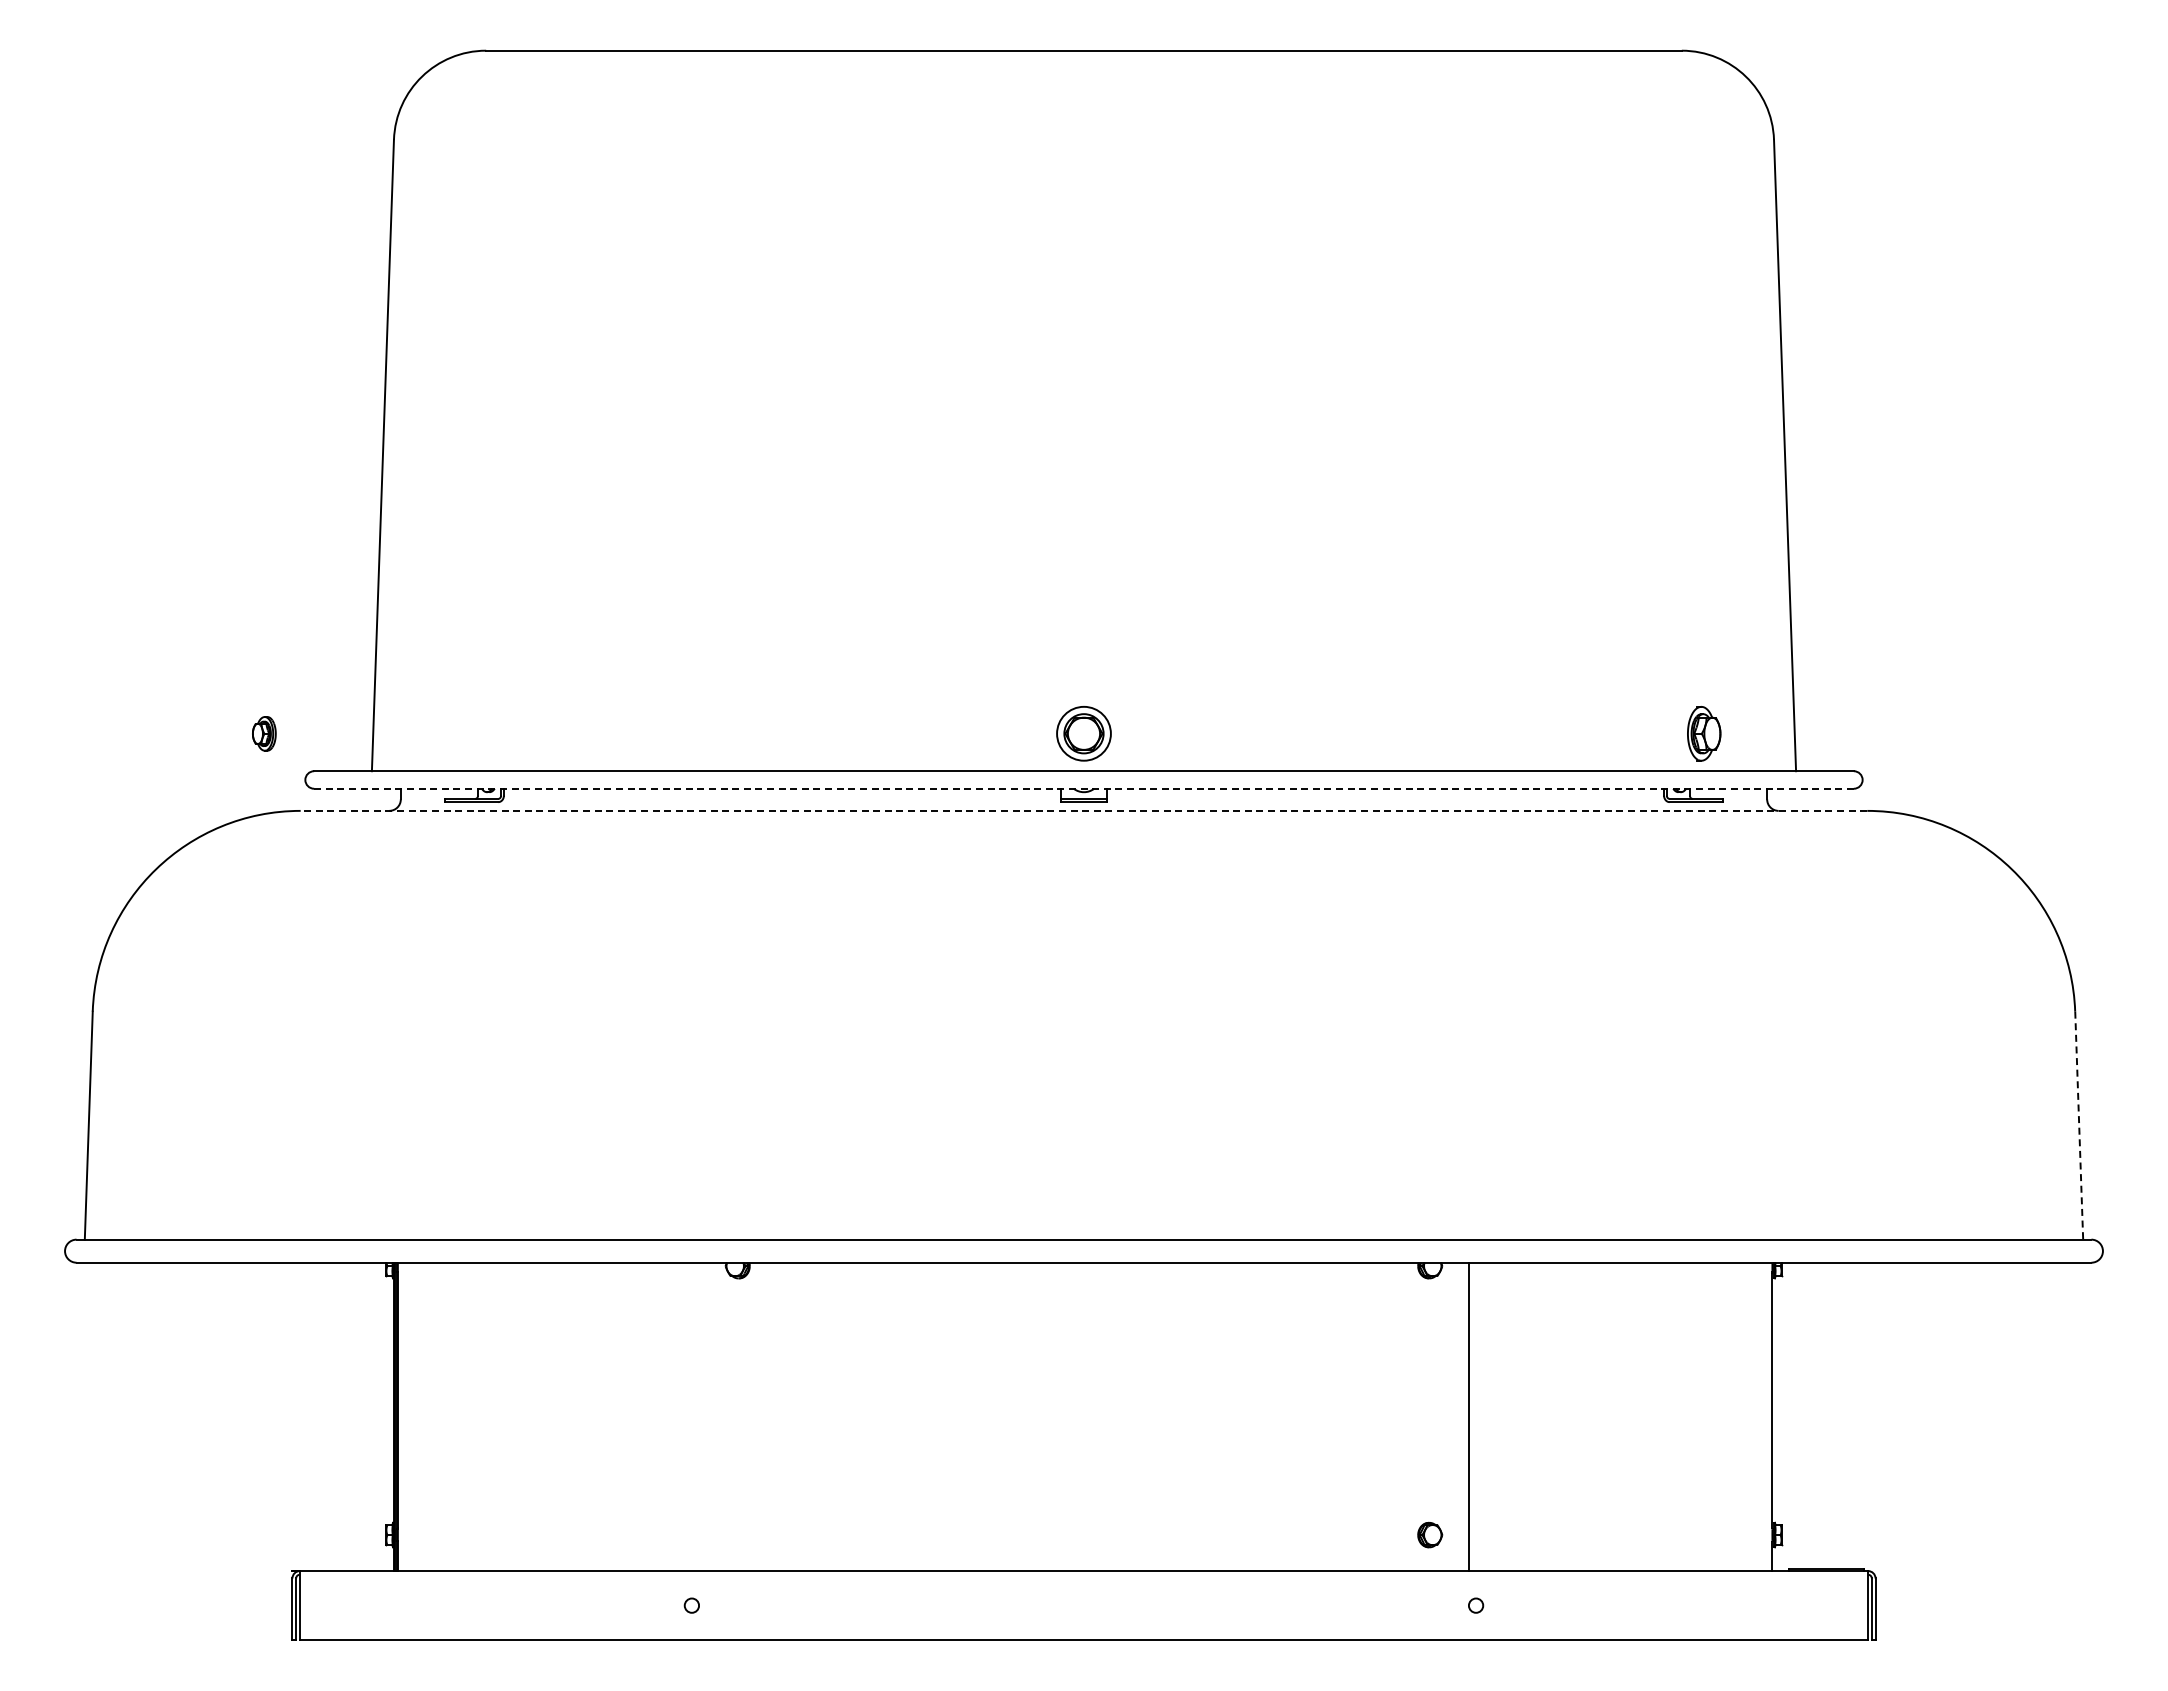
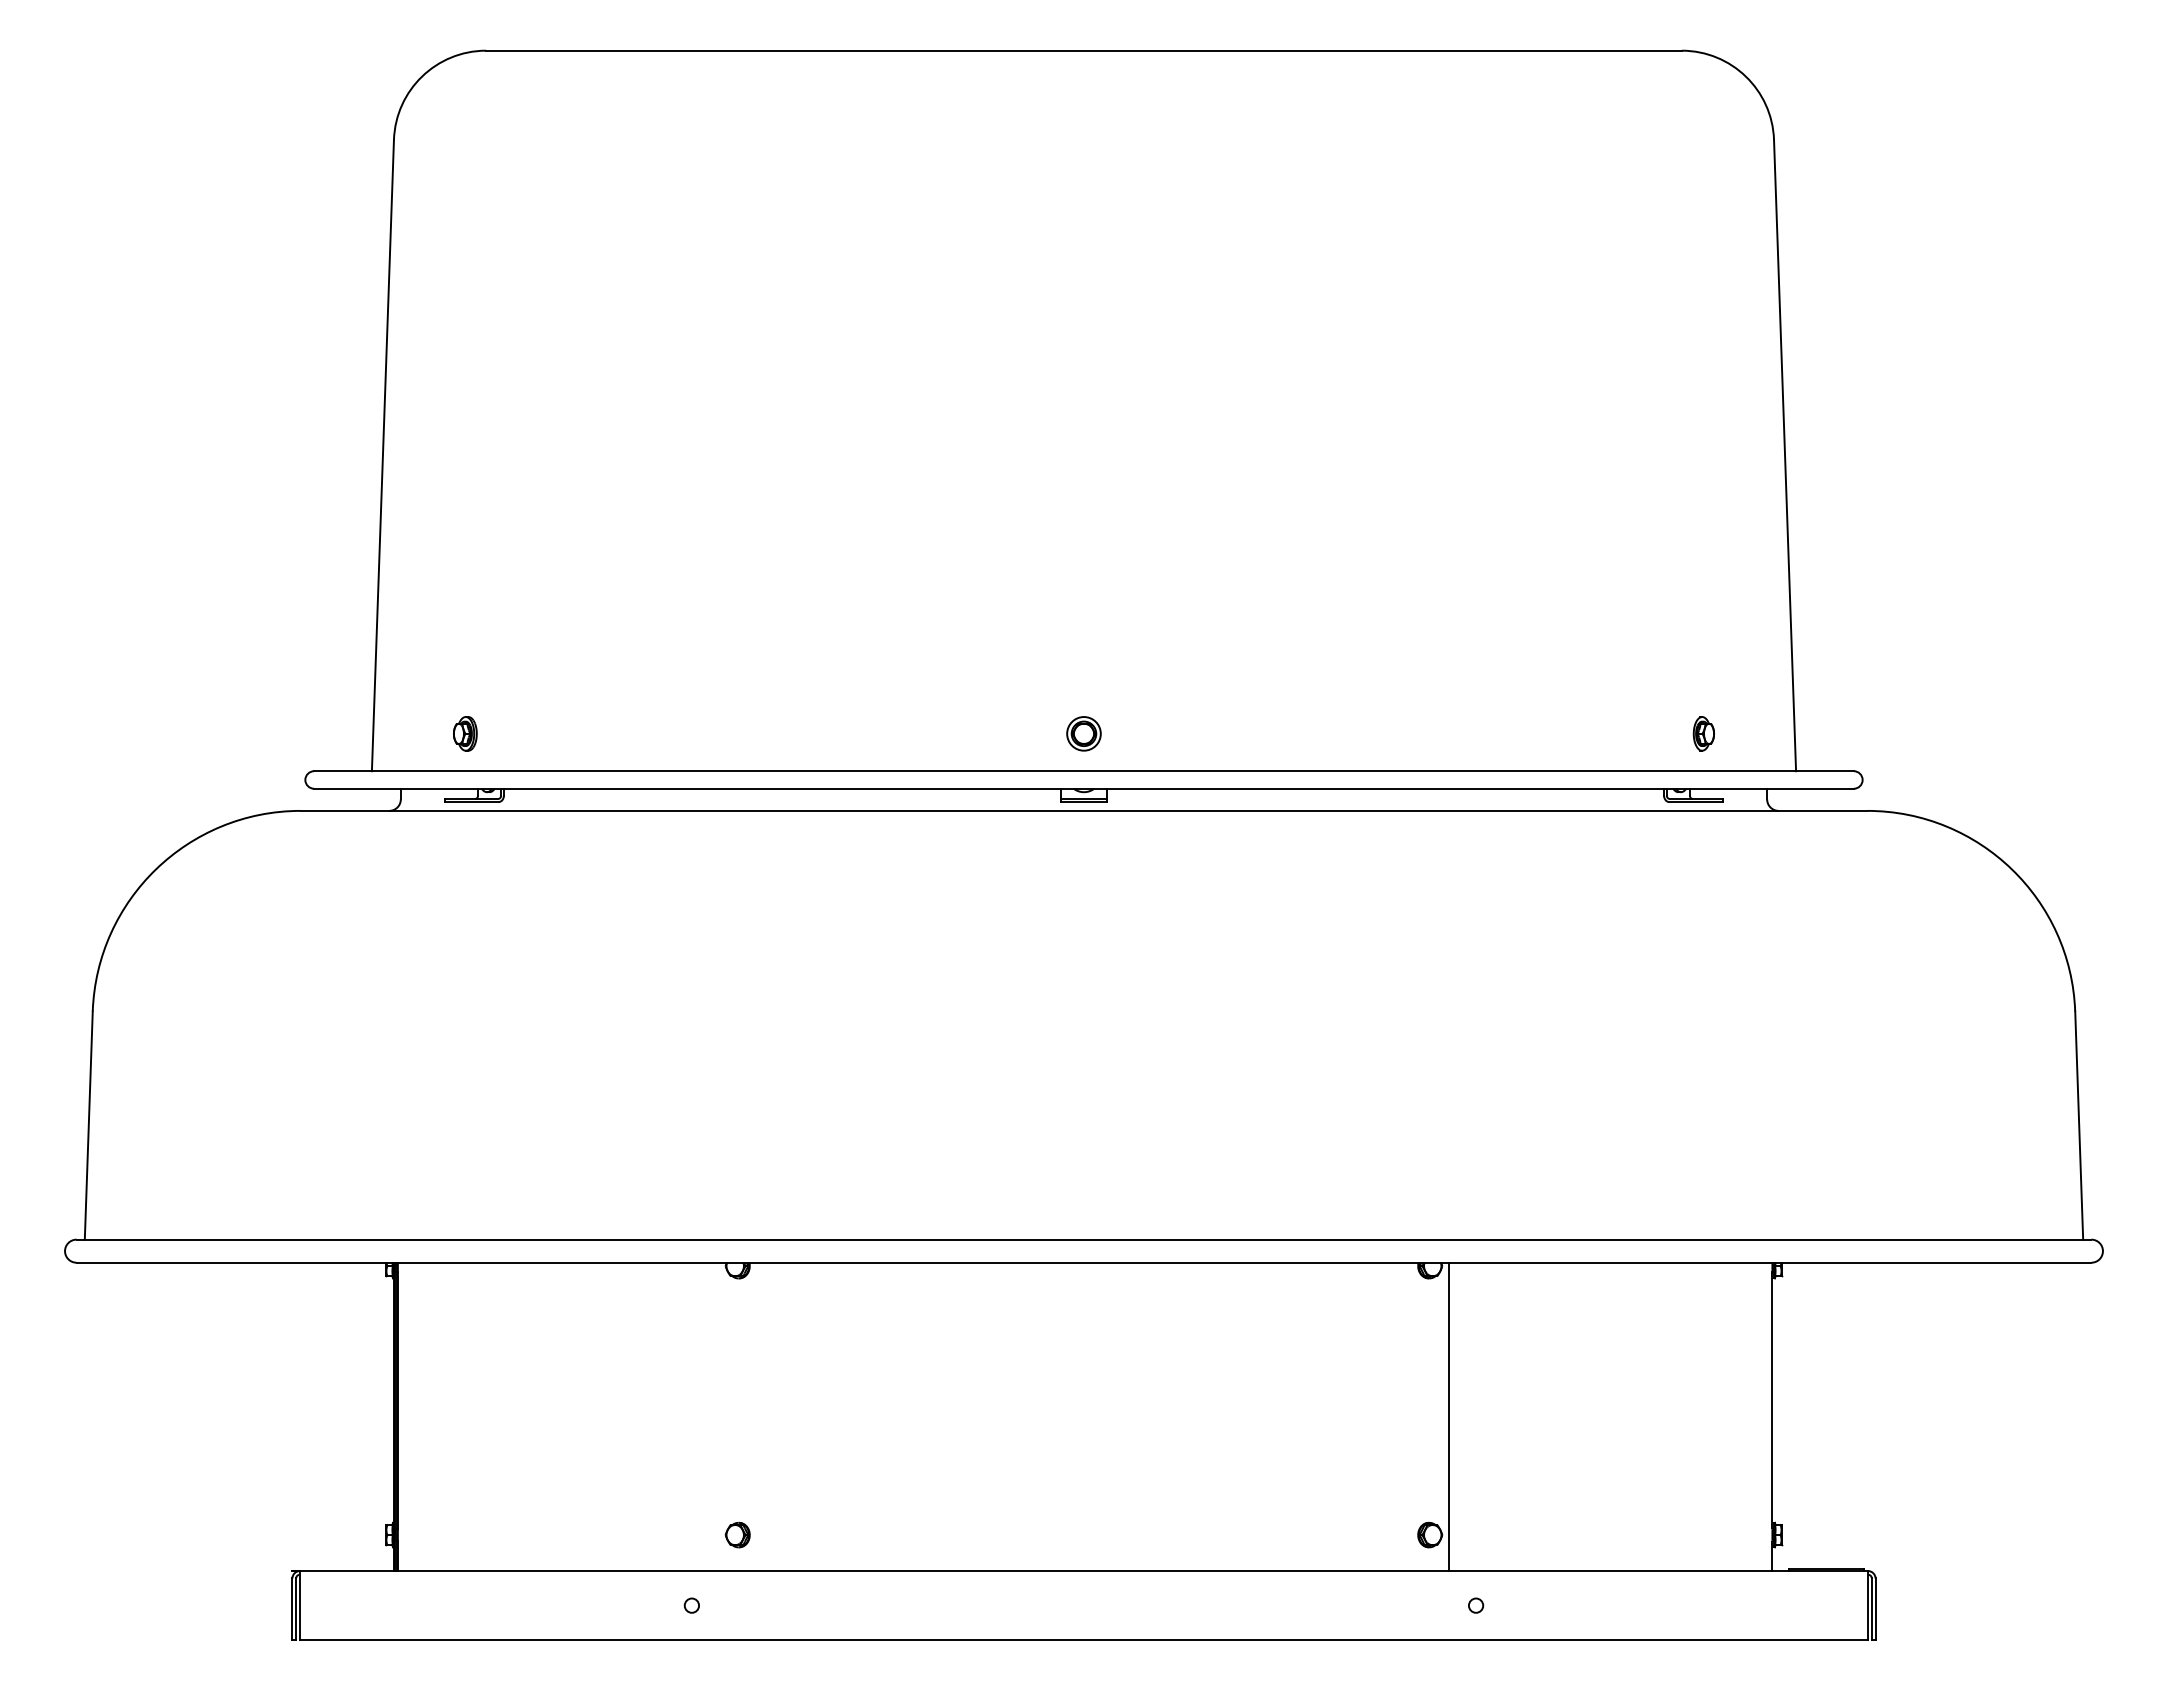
part at (264, 733) position: (264, 733) -> (465, 733)
part at (1083, 733) size: 56x56 px -> 36x36 px
part at (1704, 733) size: 35x56 px -> 23x36 px
line at (1083, 788): dashed -> solid
line at (1083, 810): dashed -> solid
line at (2079, 1126): dashed -> solid
line at (1469, 1416) position: (1469, 1416) -> (1449, 1416)
part at (737, 1534): none -> present
